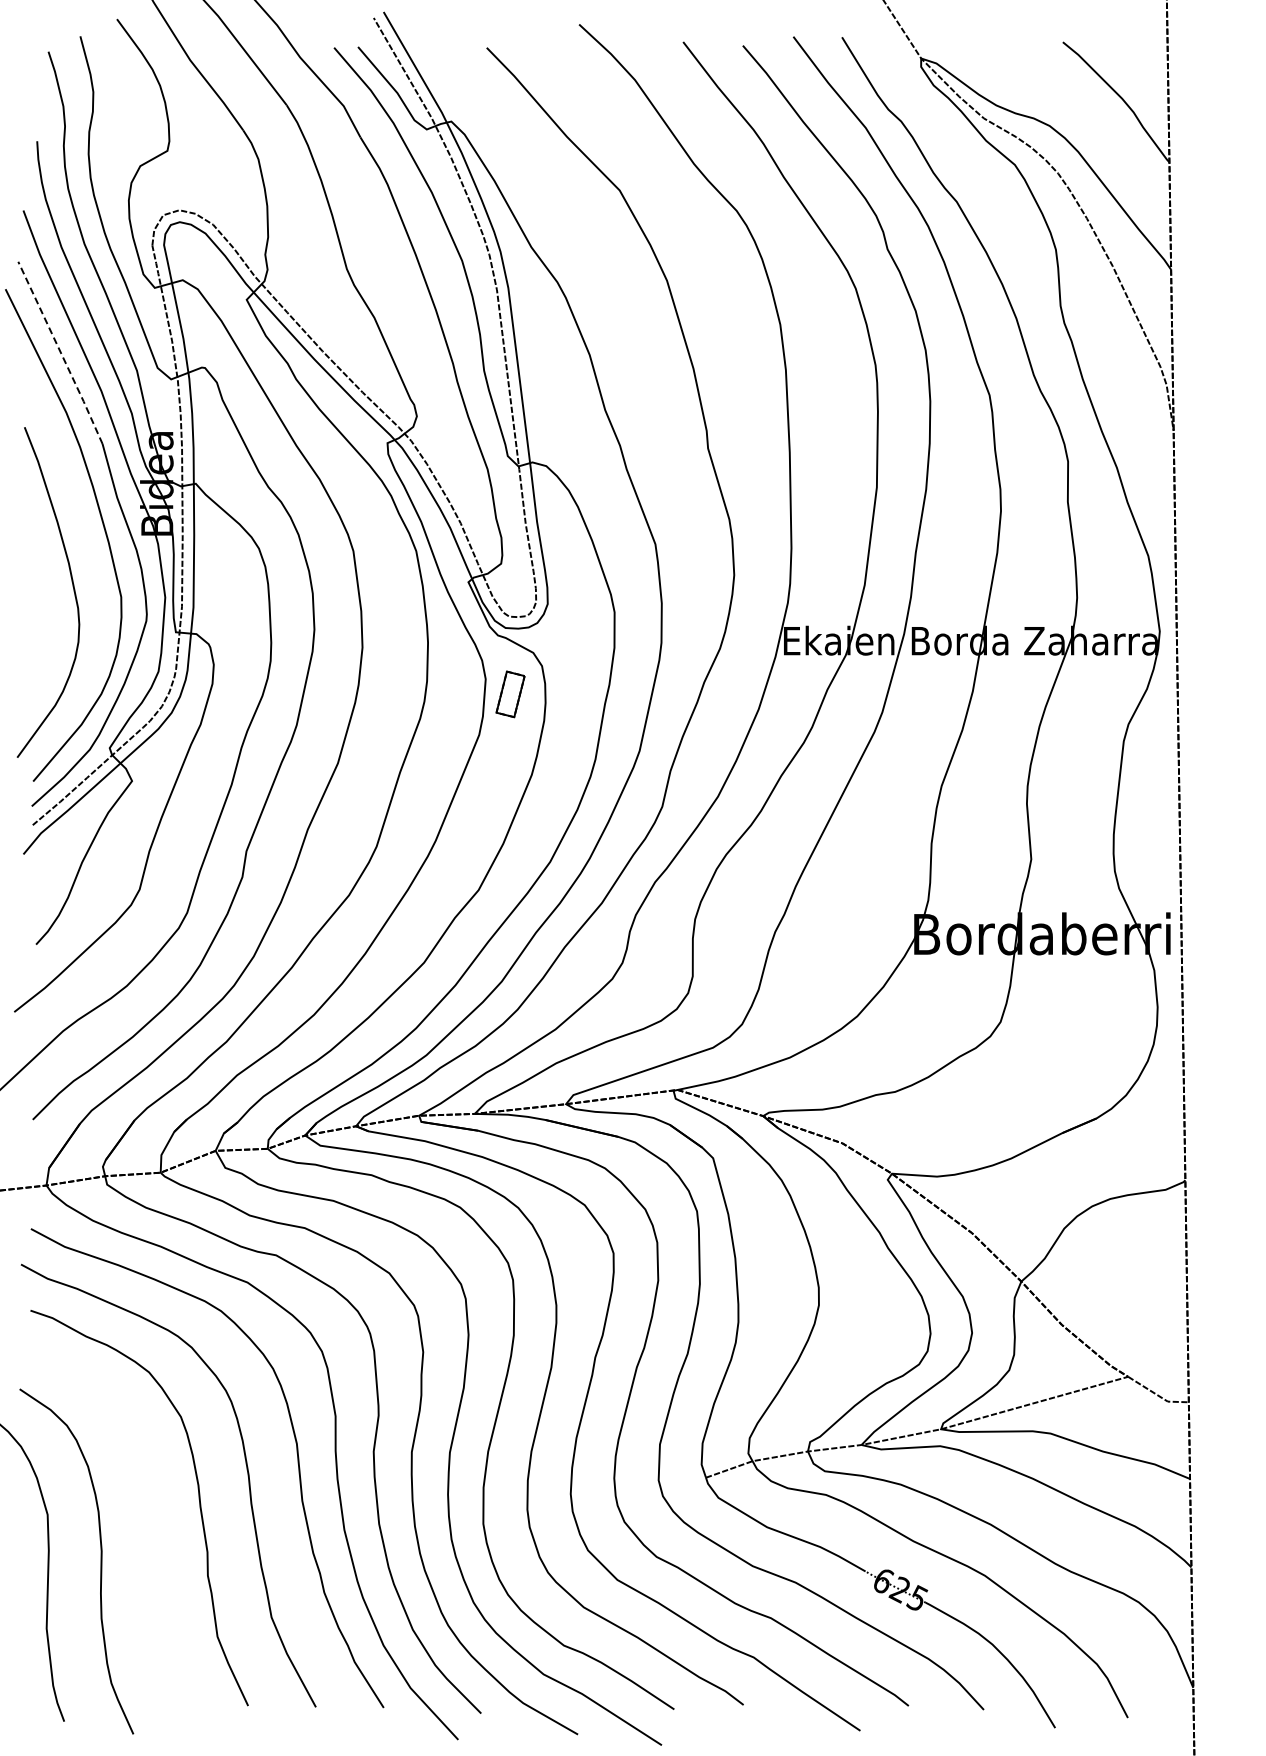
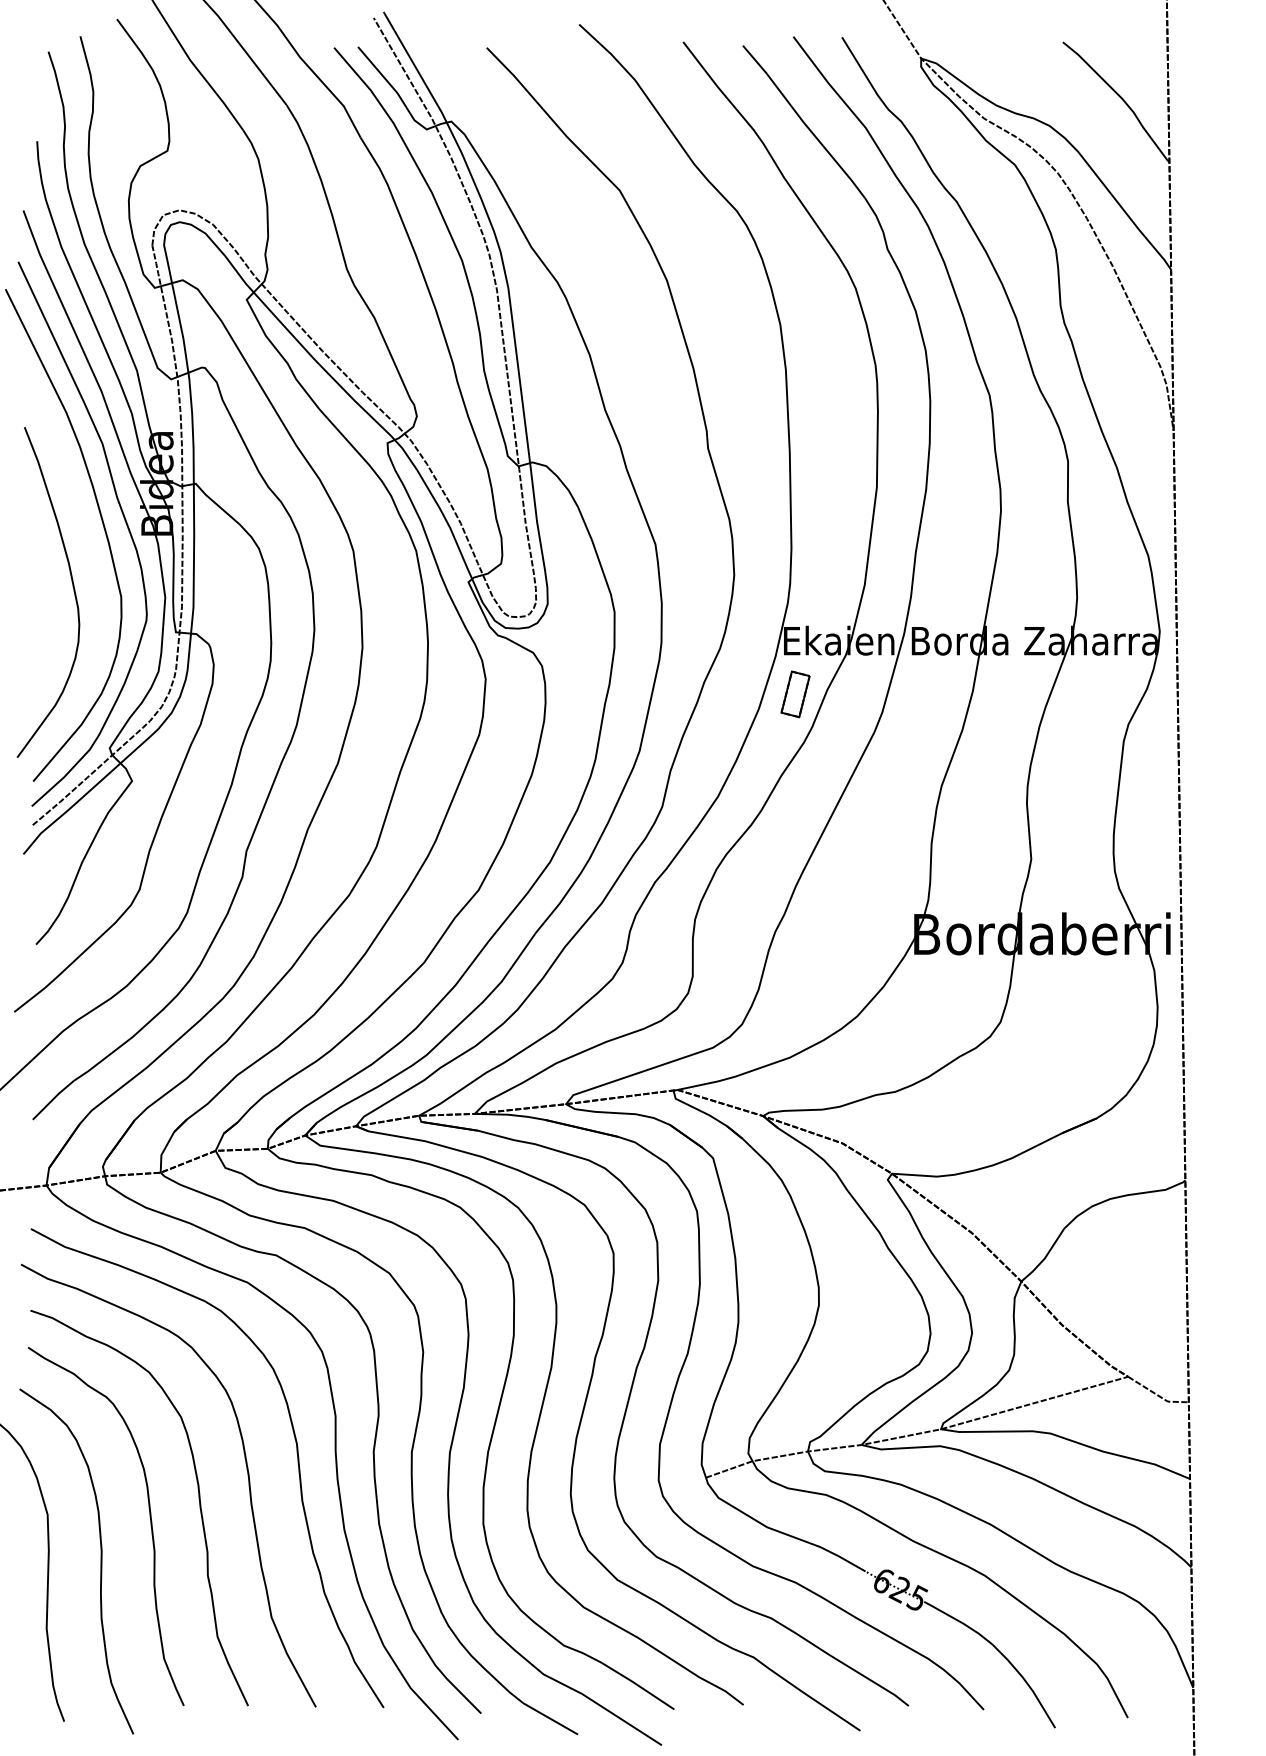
line at (60, 352): dashed -> solid
part at (510, 694) position: (510, 694) -> (795, 694)
curve at (149, 1517): none -> present
